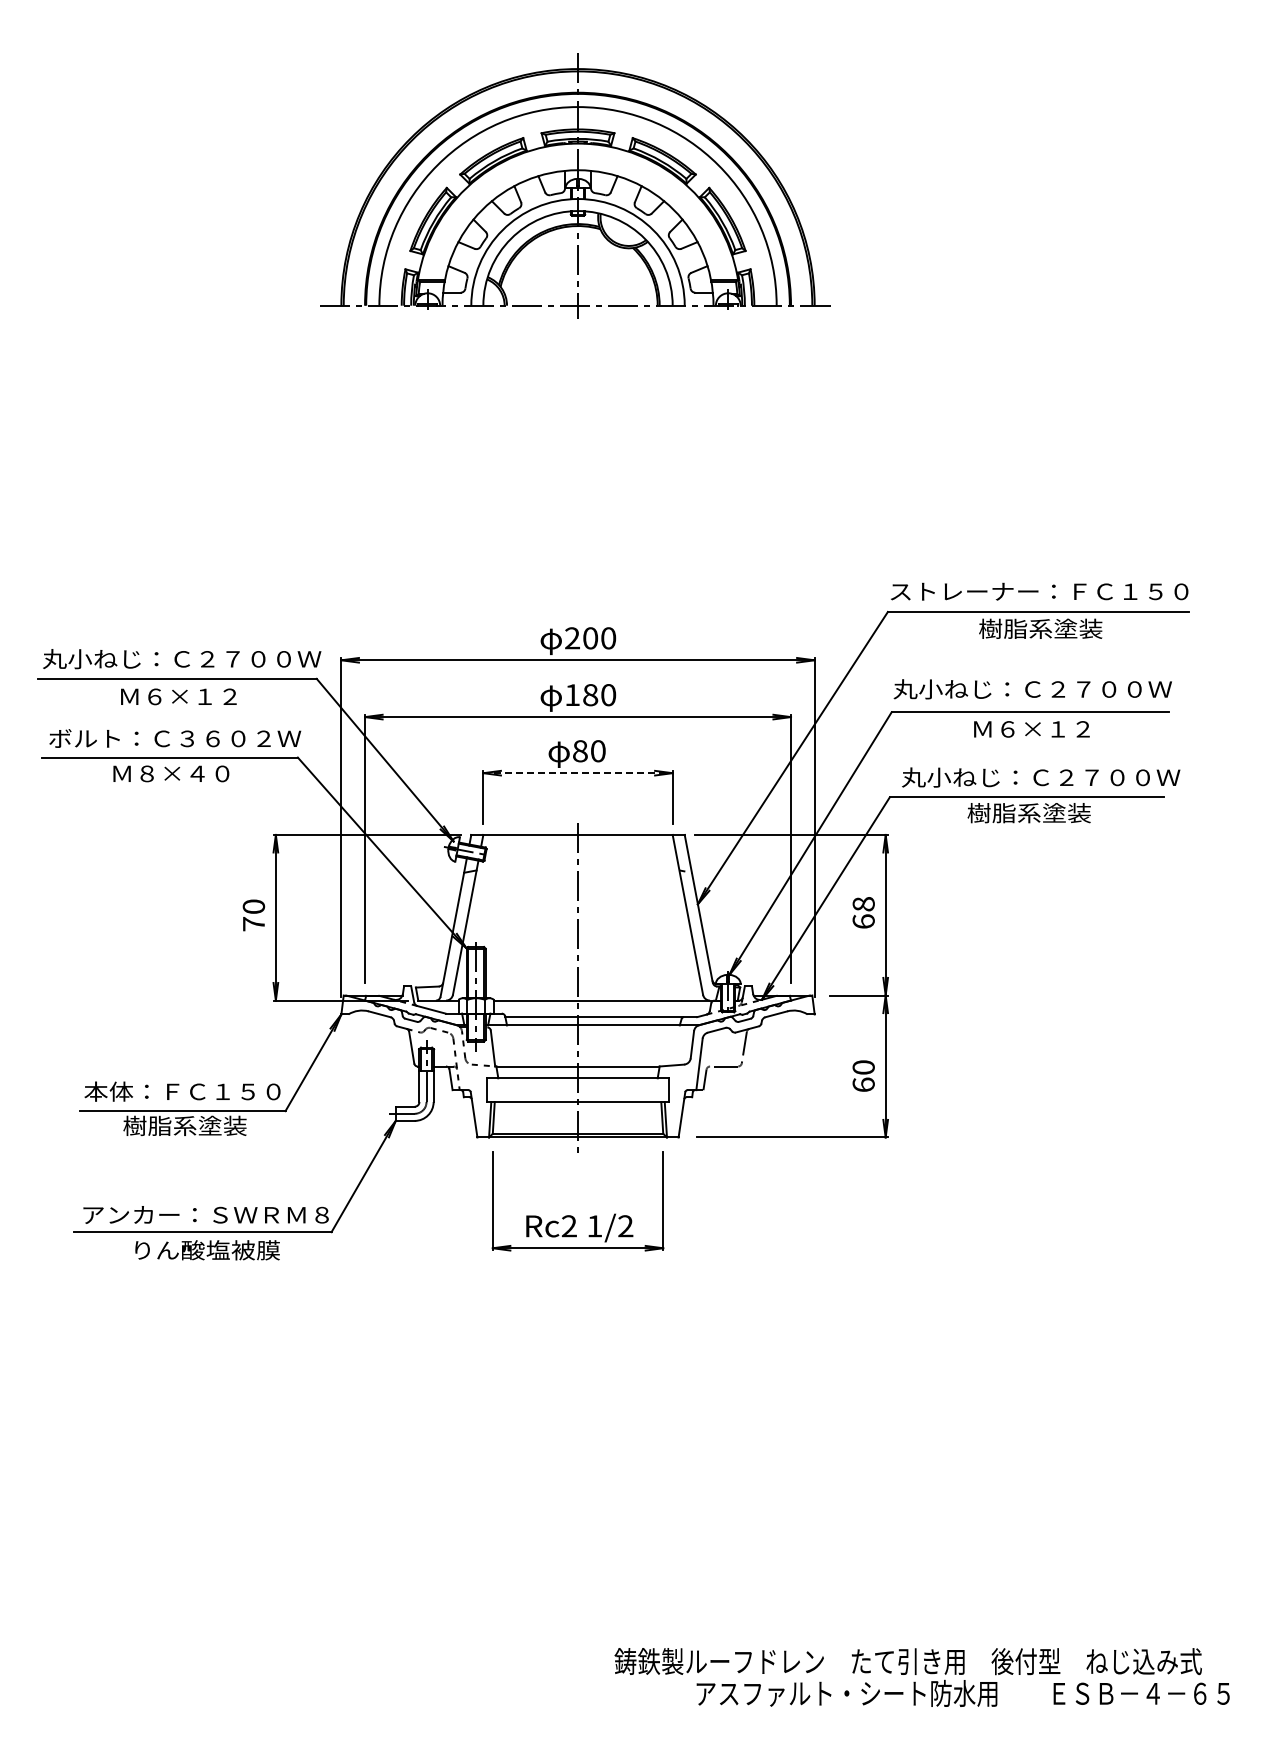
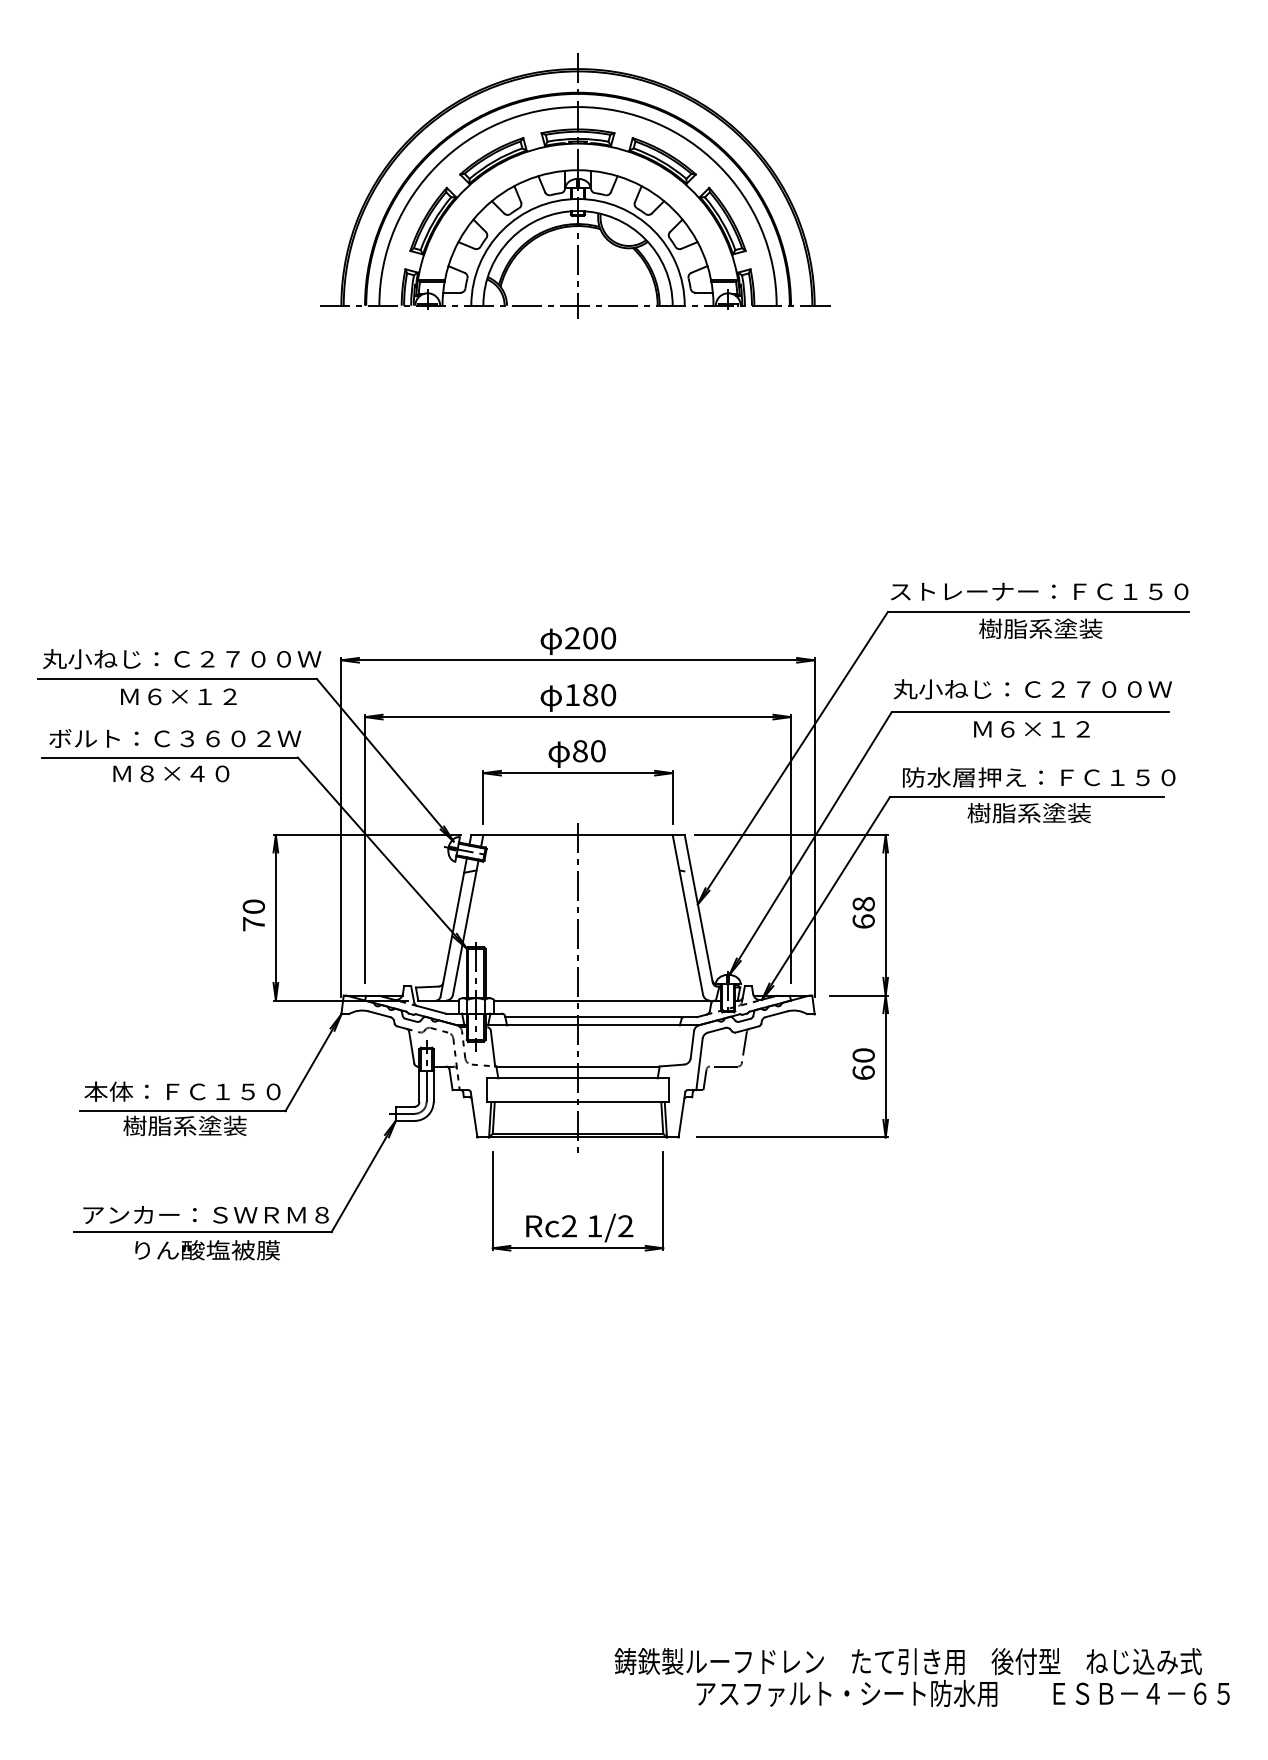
line at (578, 773): dashed -> solid
text at (1041, 777): 丸小ねじ：Ｃ２７００Ｗ -> 防水層押え：ＦＣ１５０
text at (863, 1075) position: (863, 1075) -> (863, 1063)
